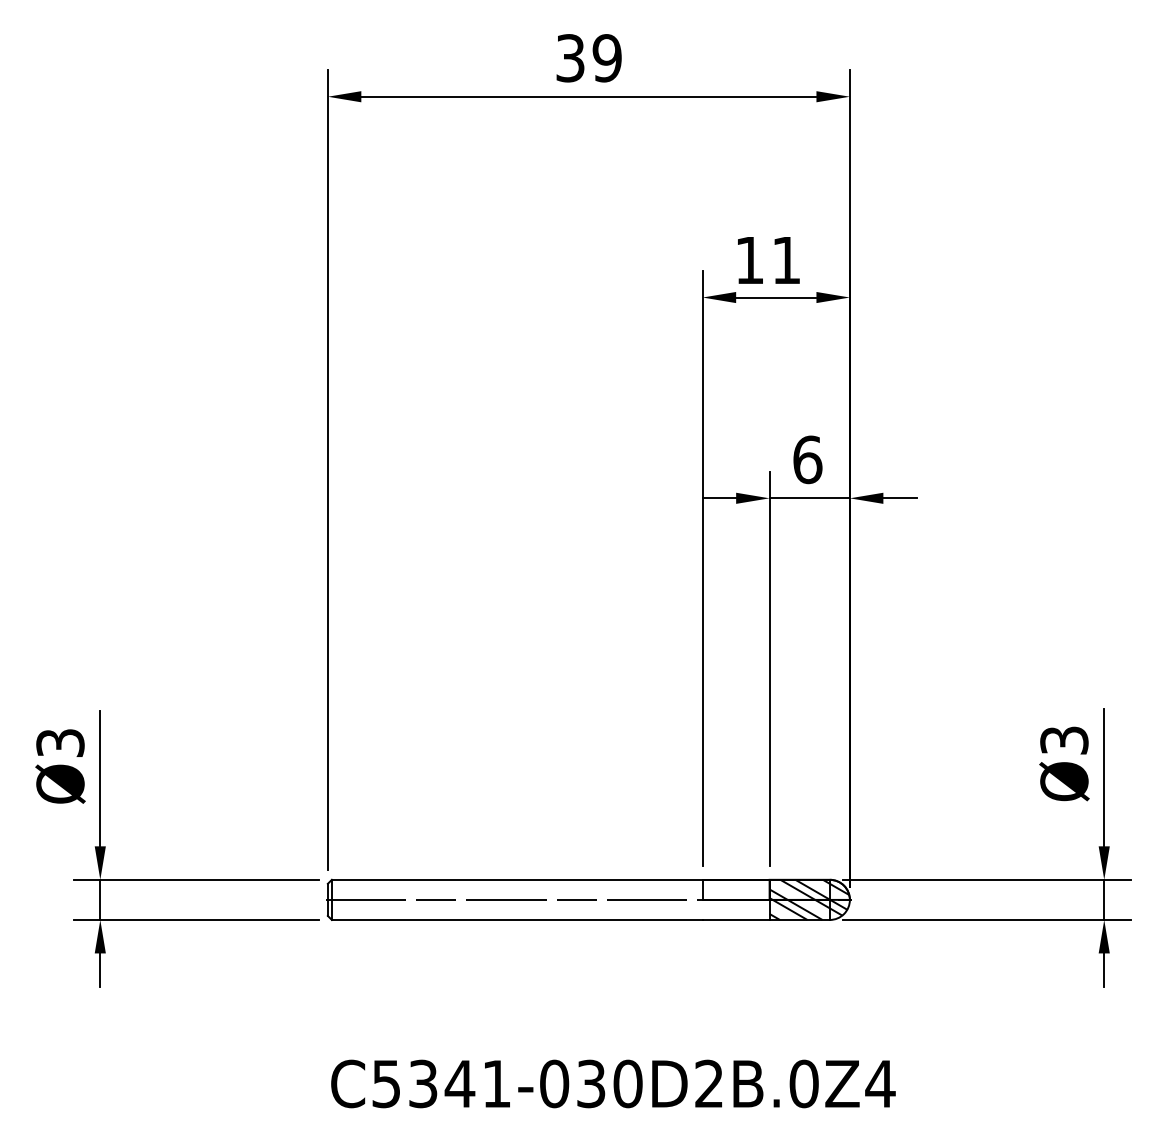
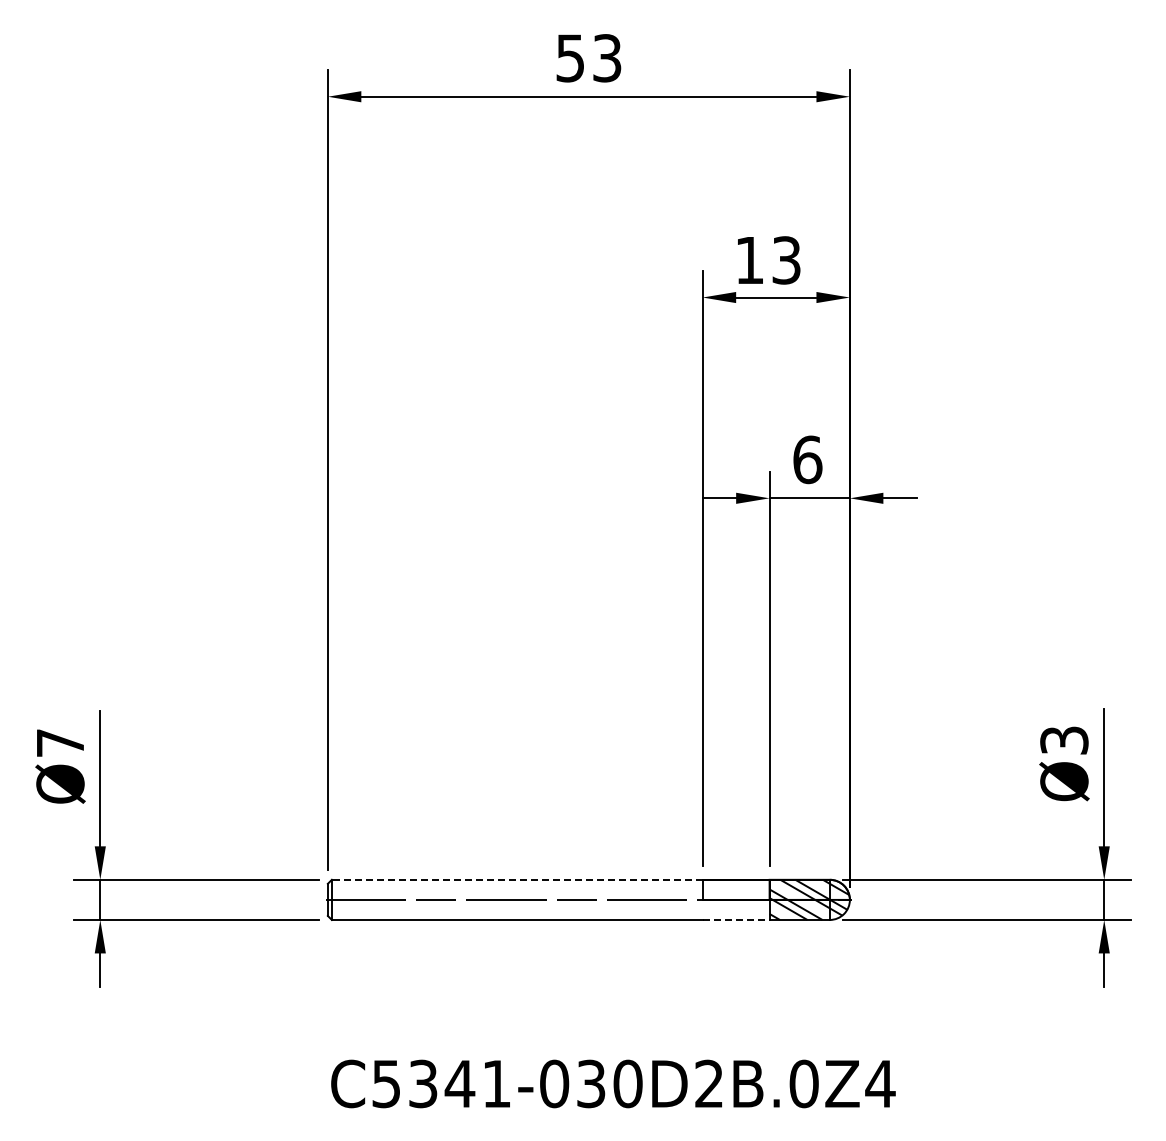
text at (589, 58): 39 -> 53
text at (786, 260): 11 -> 13
text at (60, 742): Ø3 -> Ø7
line at (516, 879): solid -> dashed
line at (736, 919): solid -> dashed
